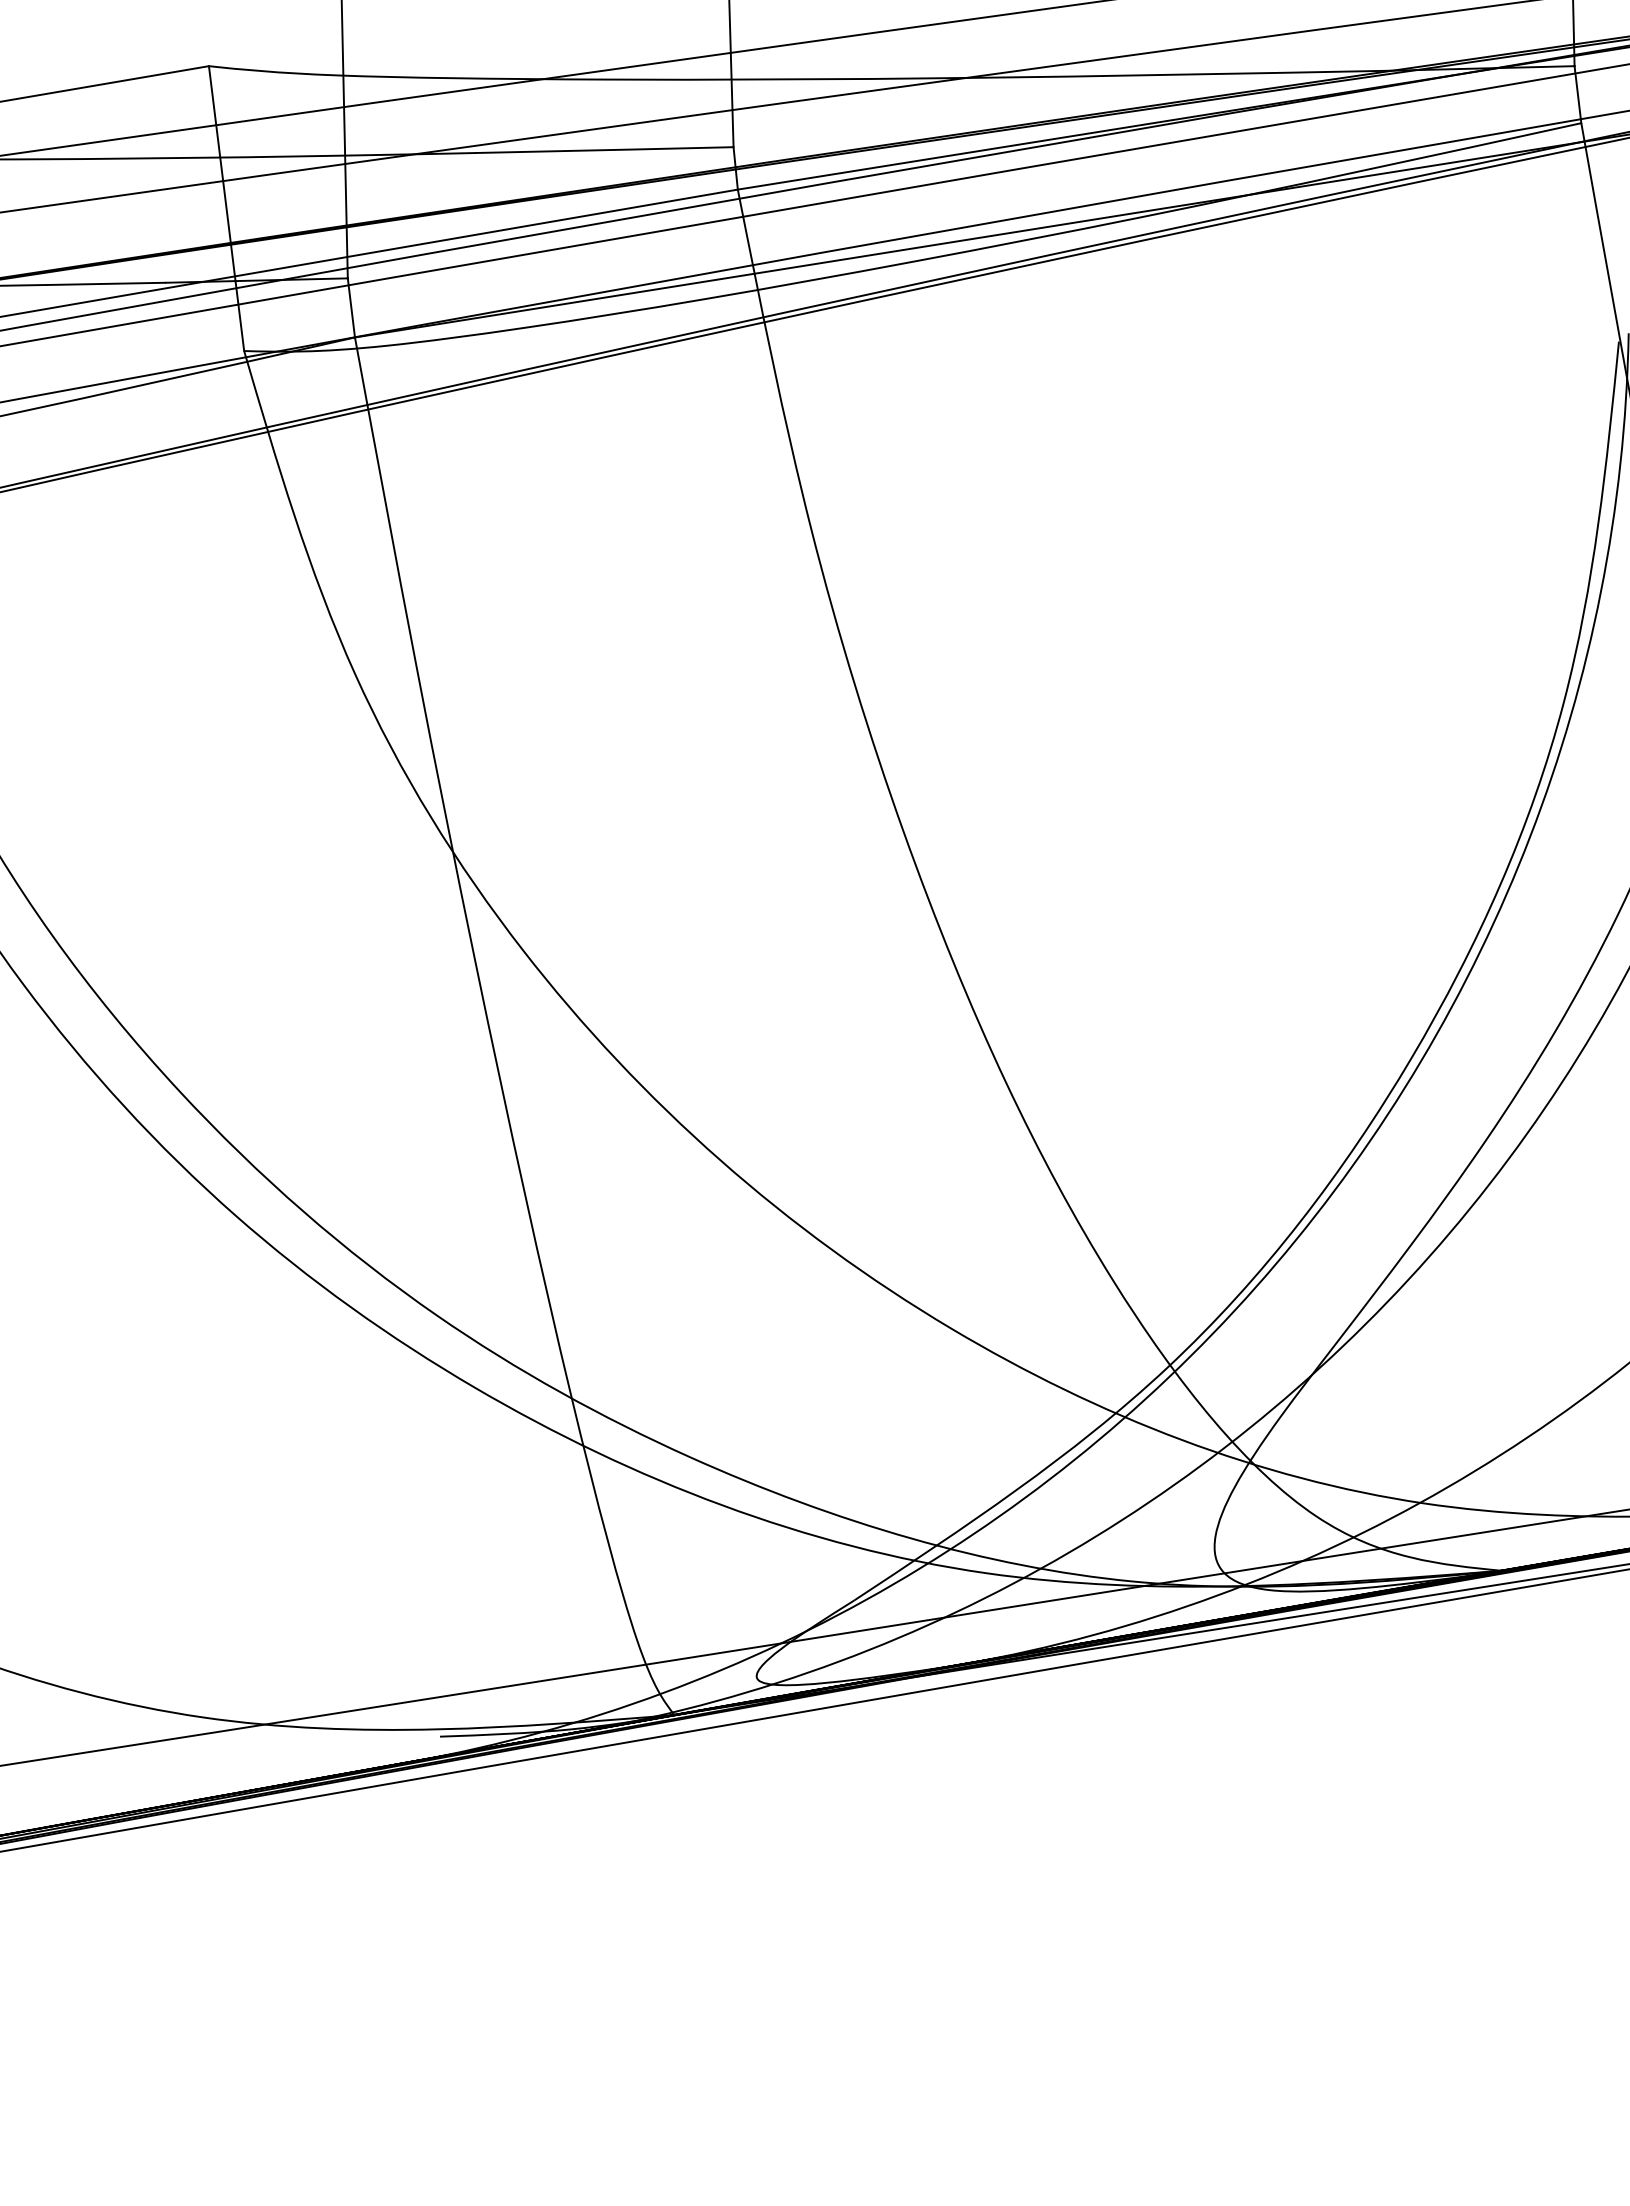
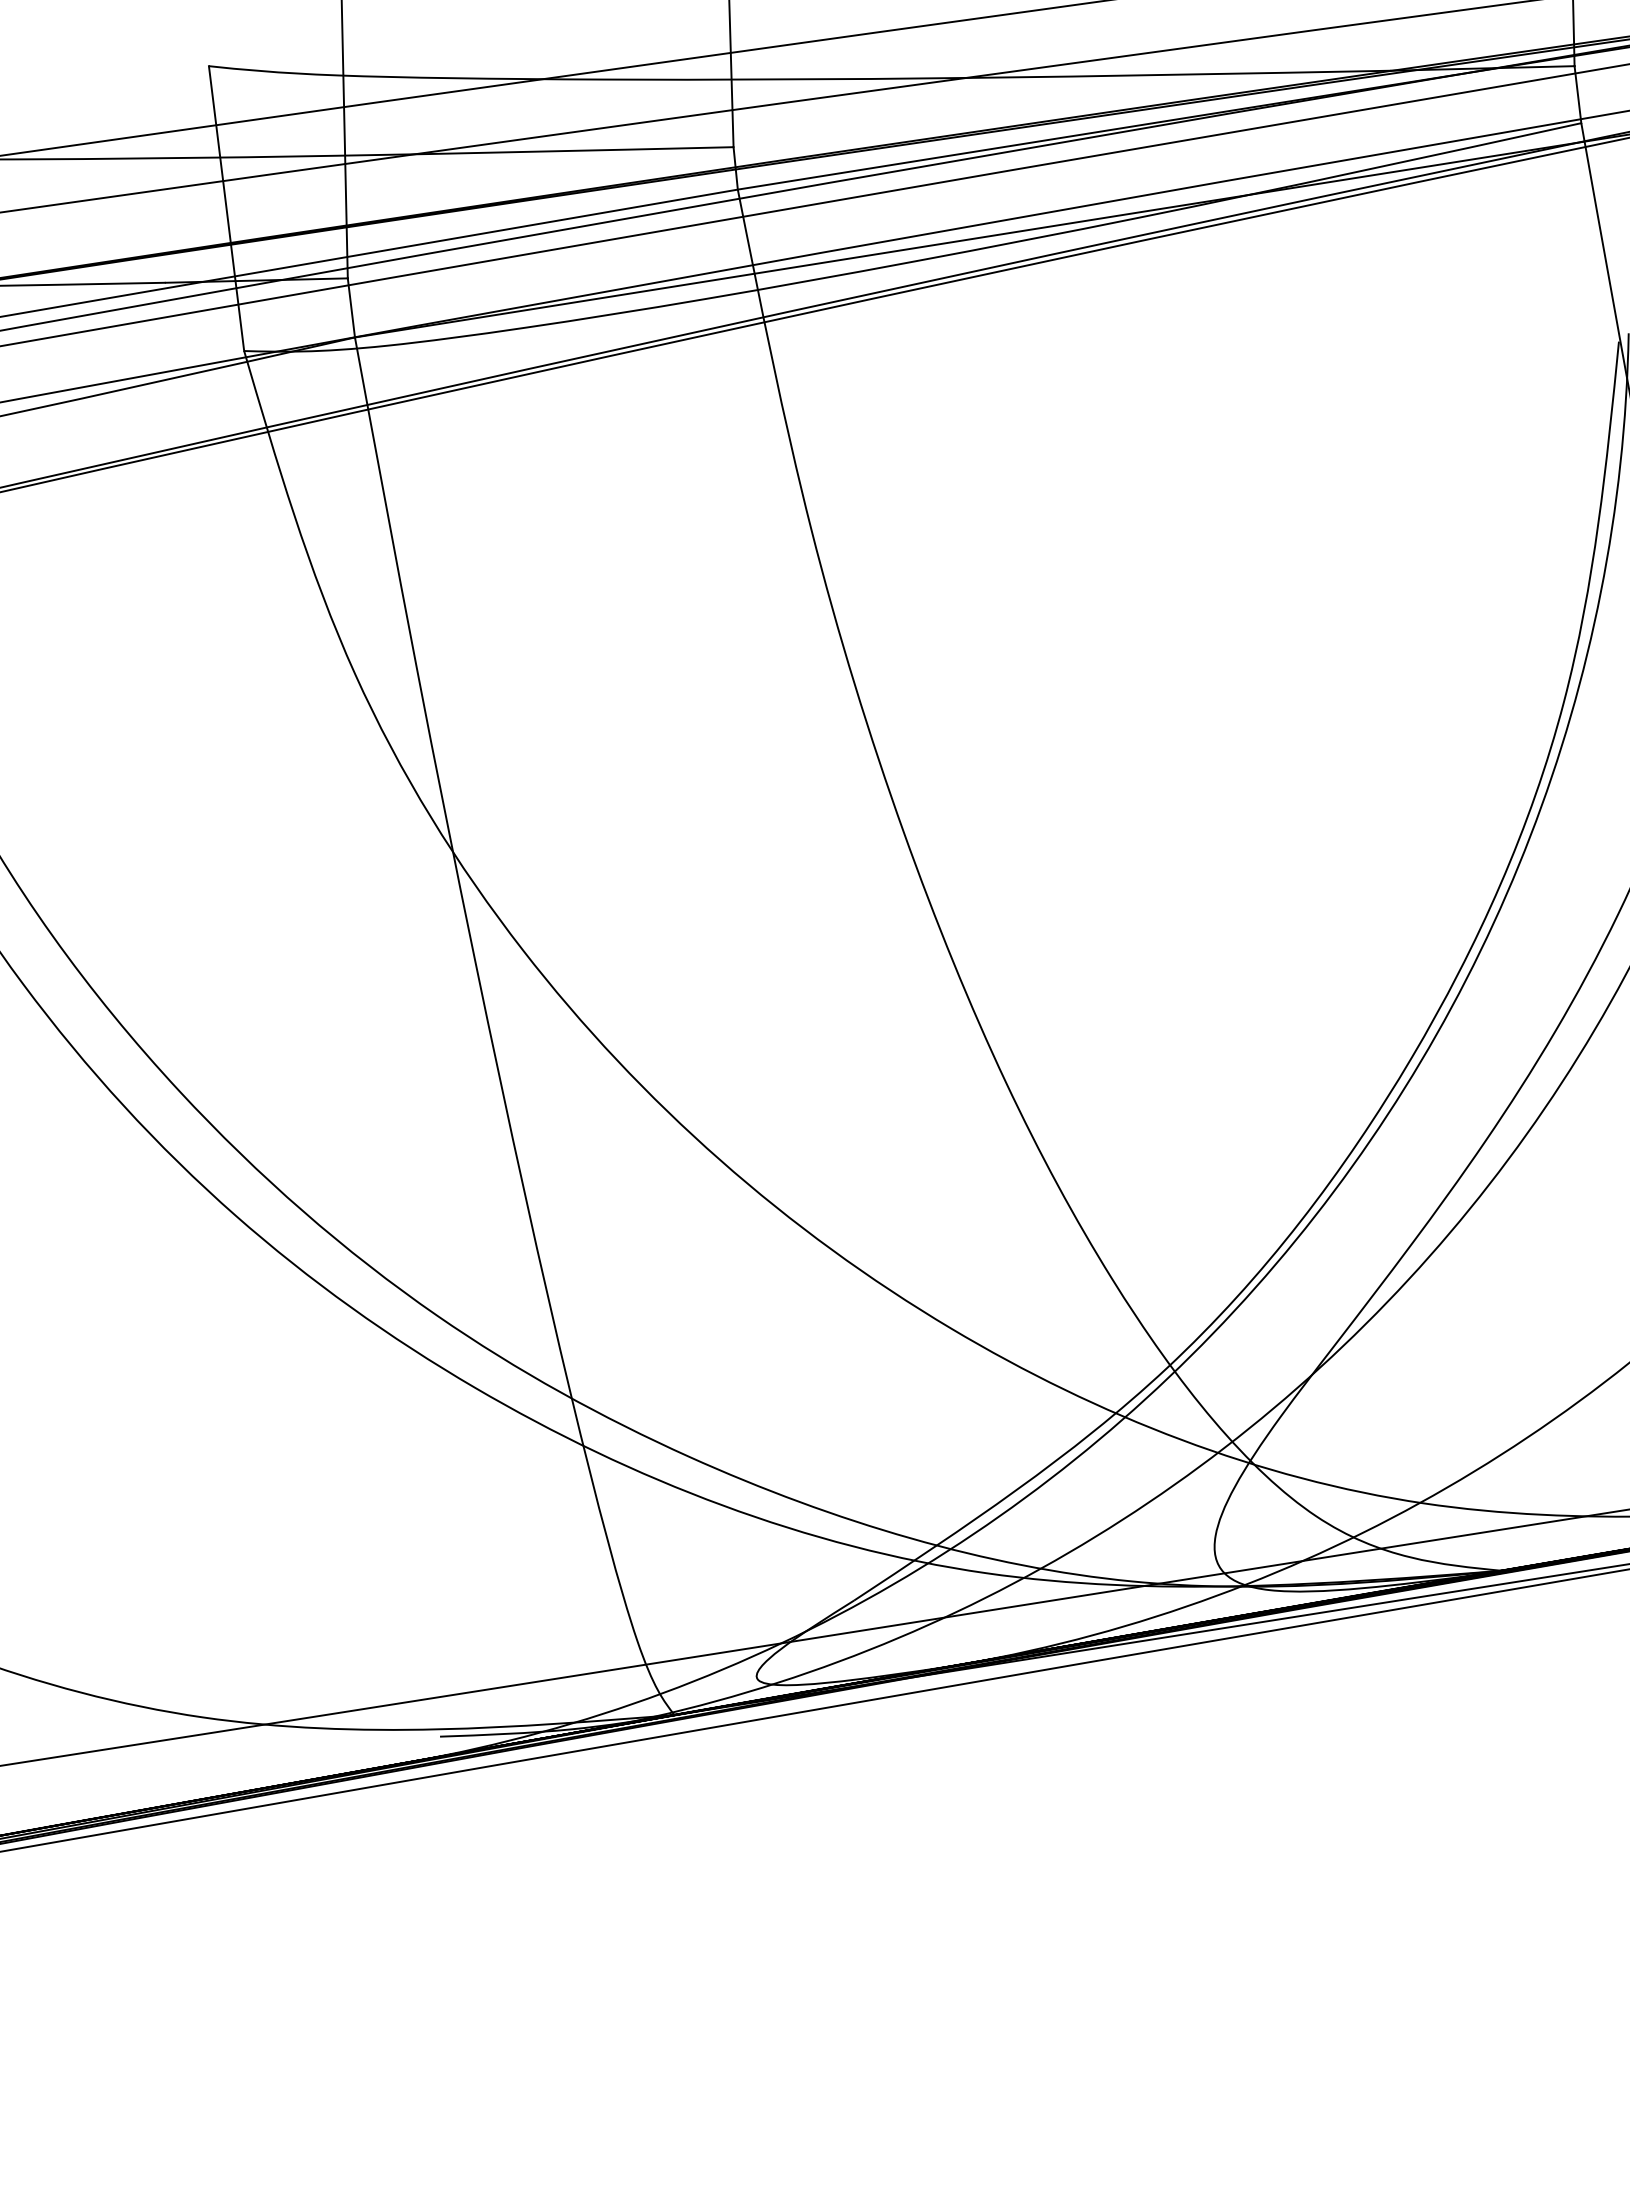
line at (105, 83): present -> none
